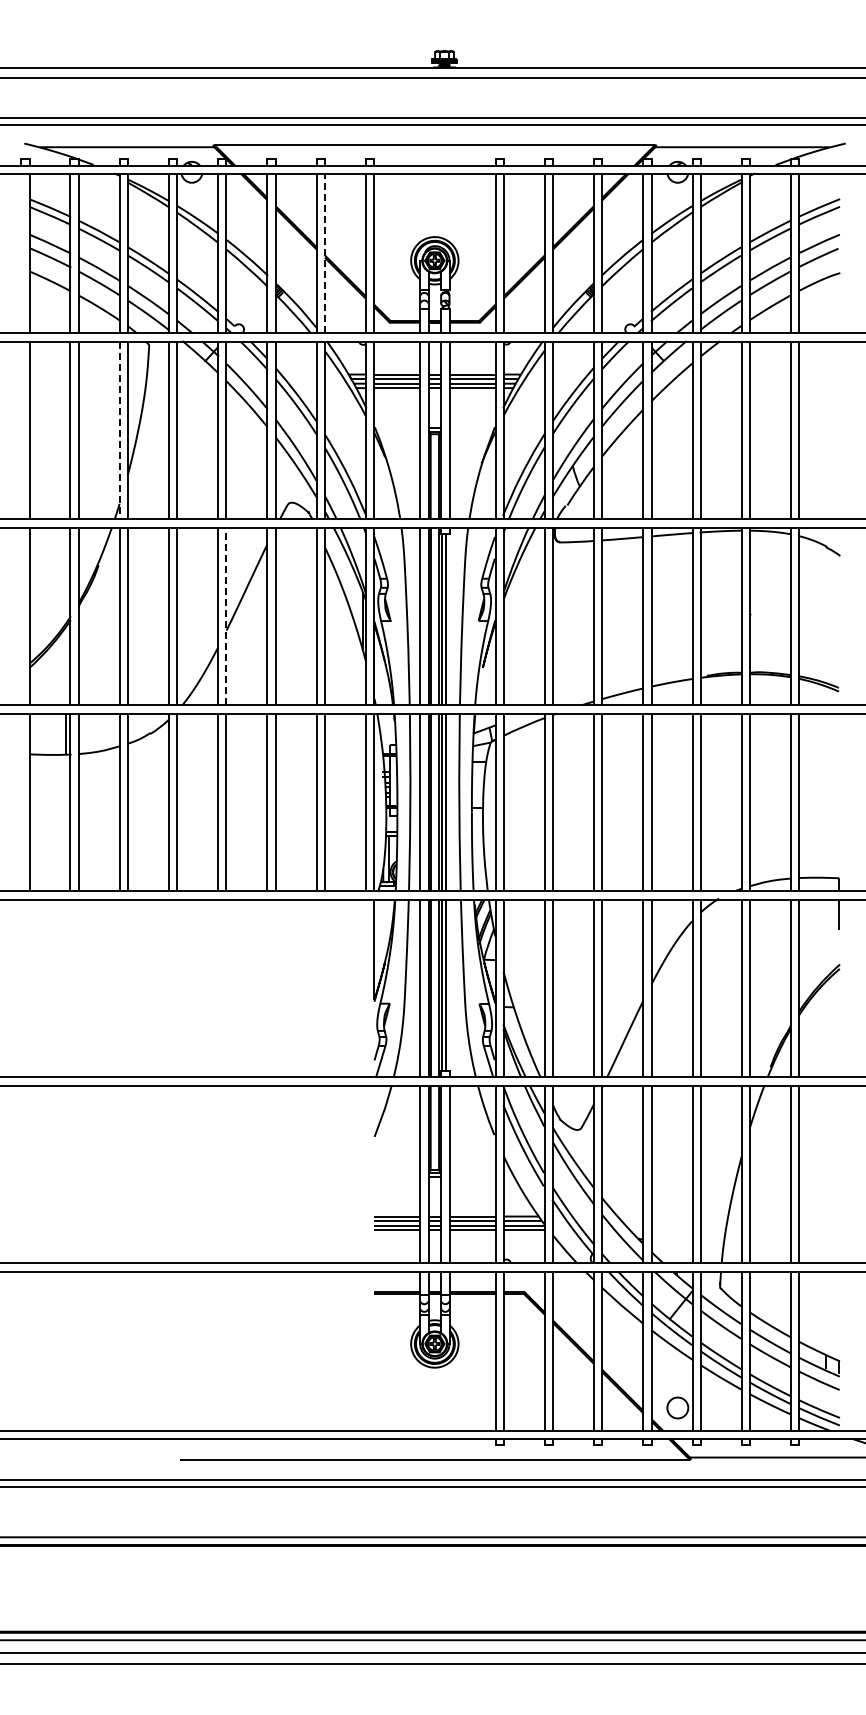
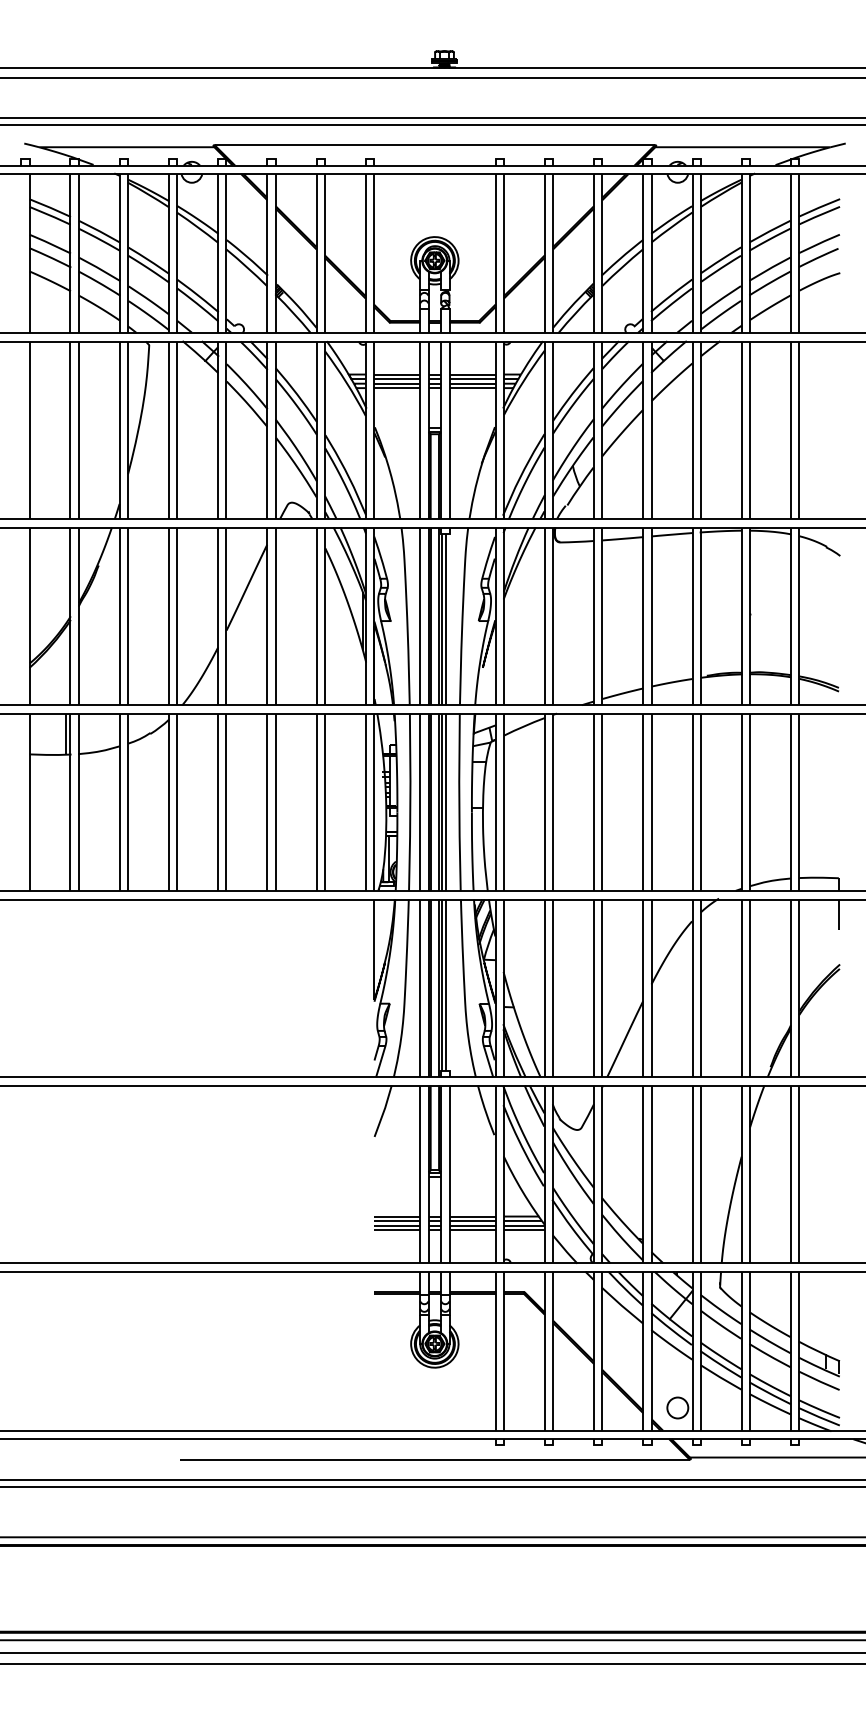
line at (324, 253): dashed -> solid
line at (119, 430): dashed -> solid
line at (226, 616): dashed -> solid
